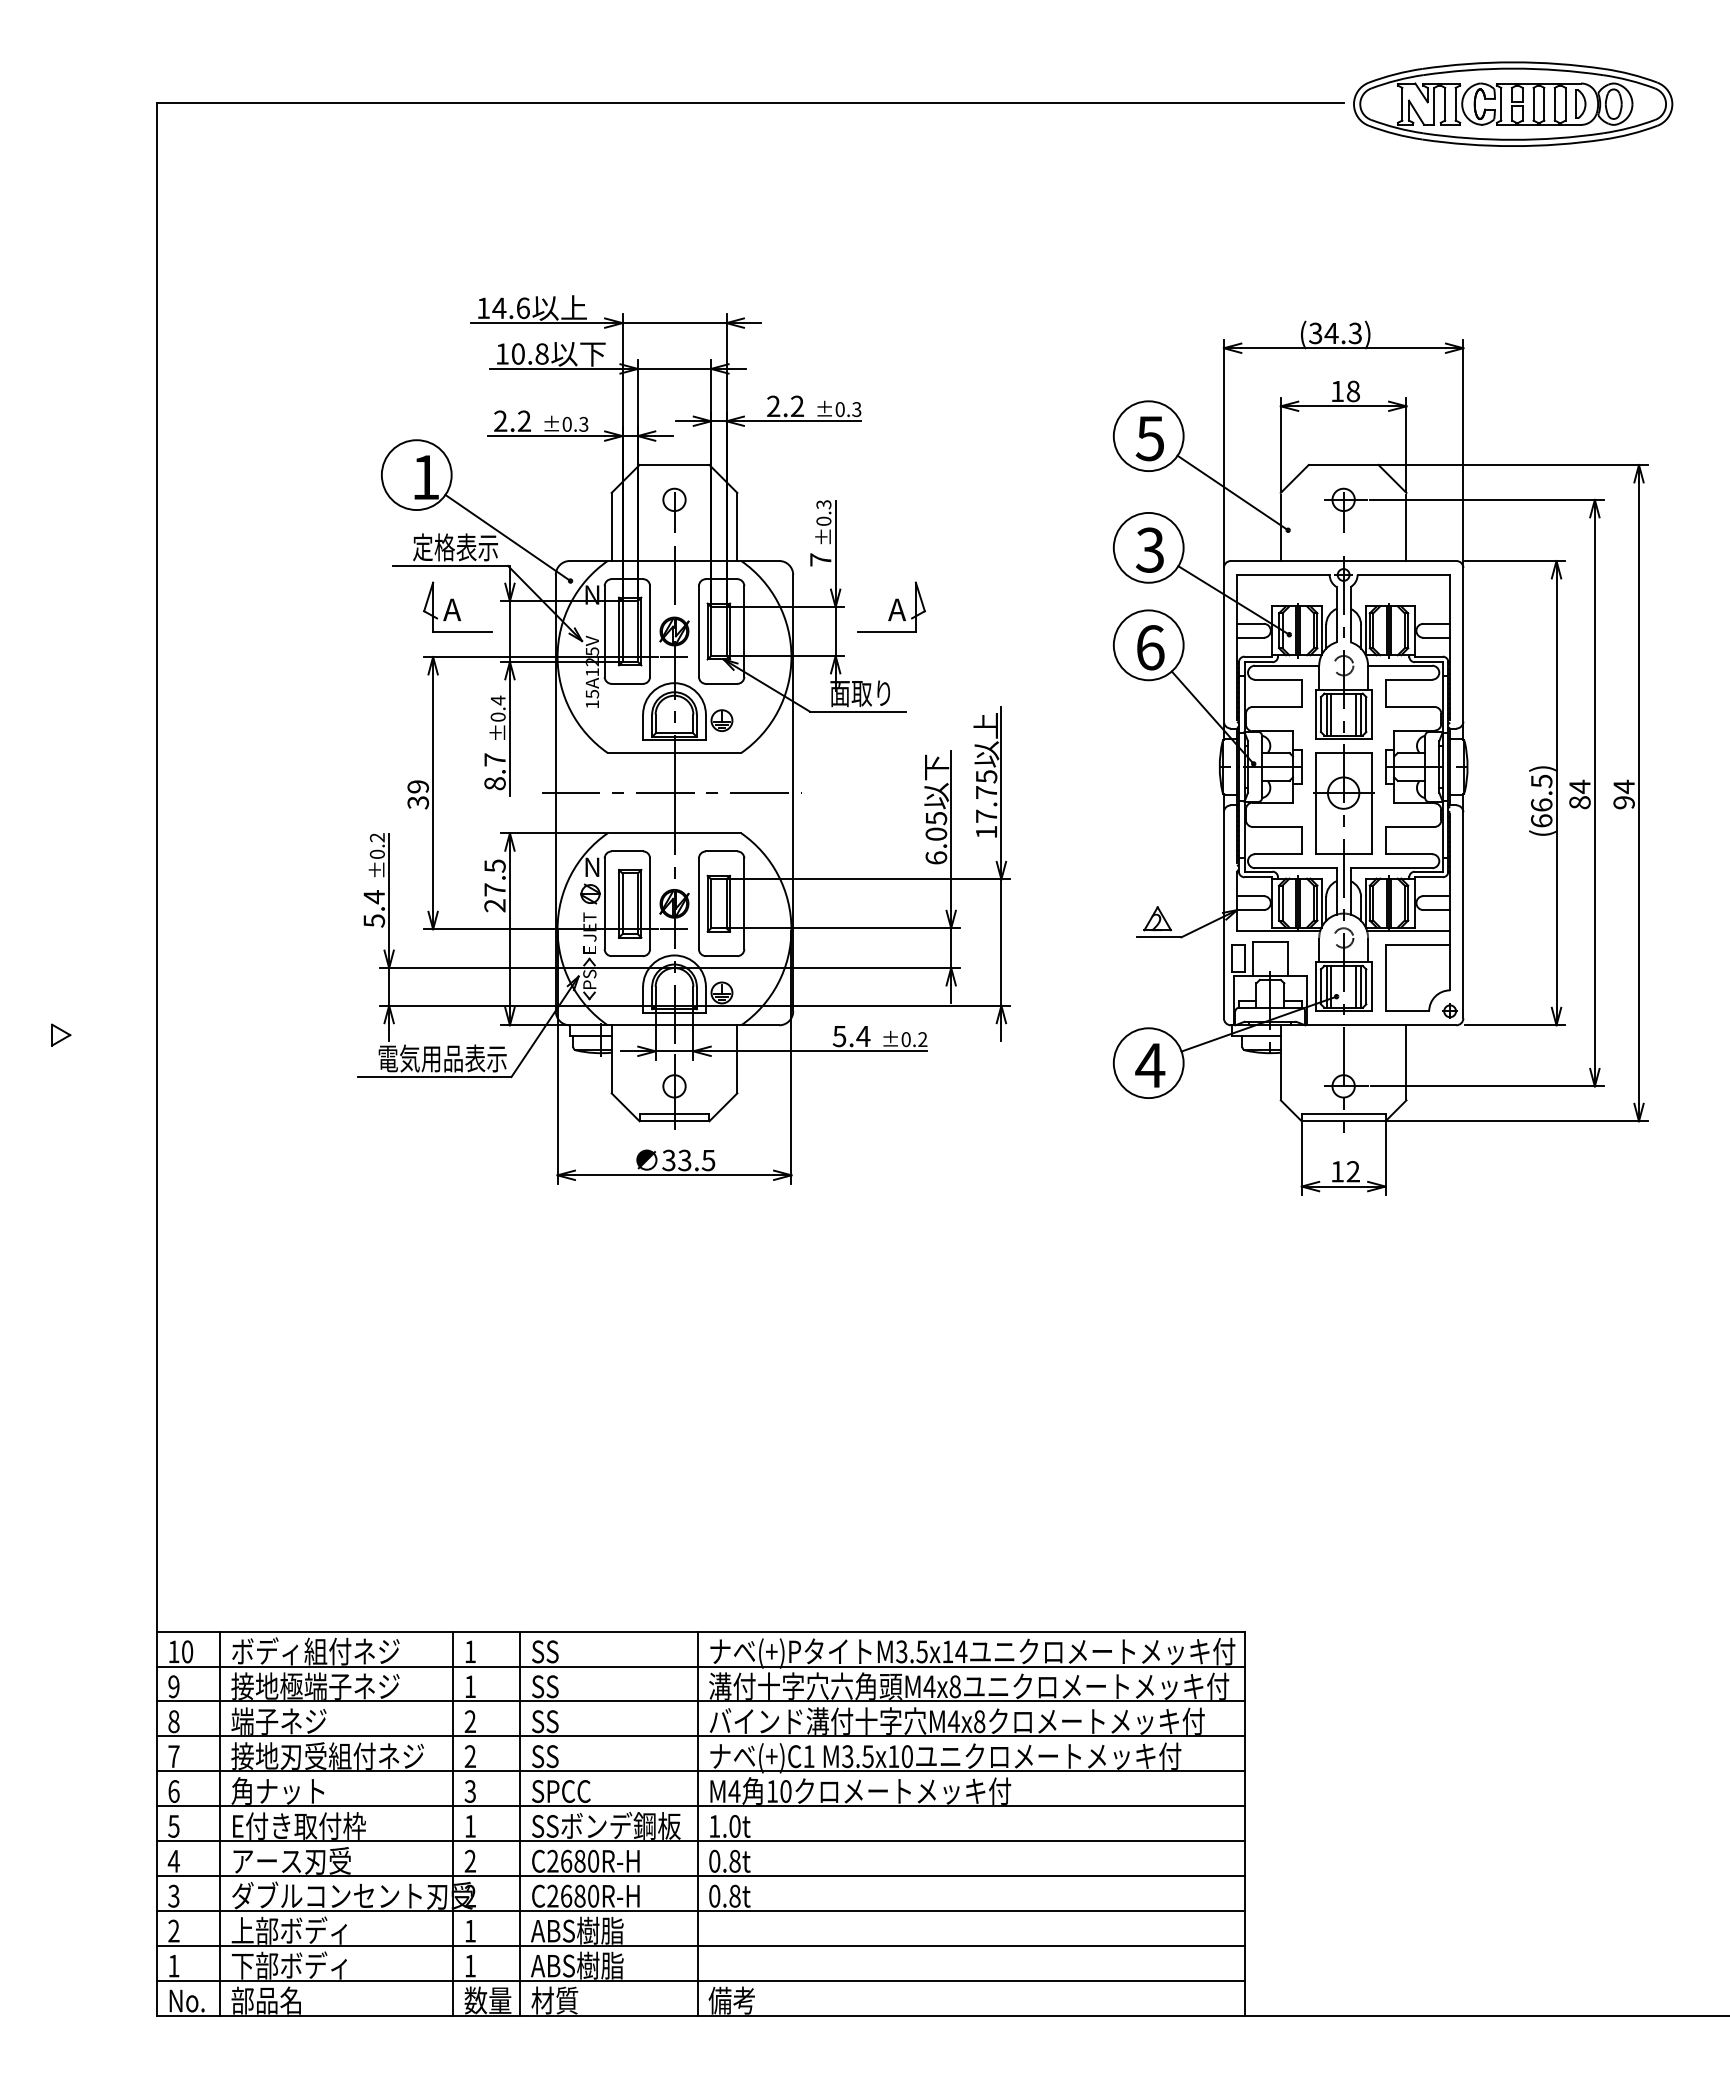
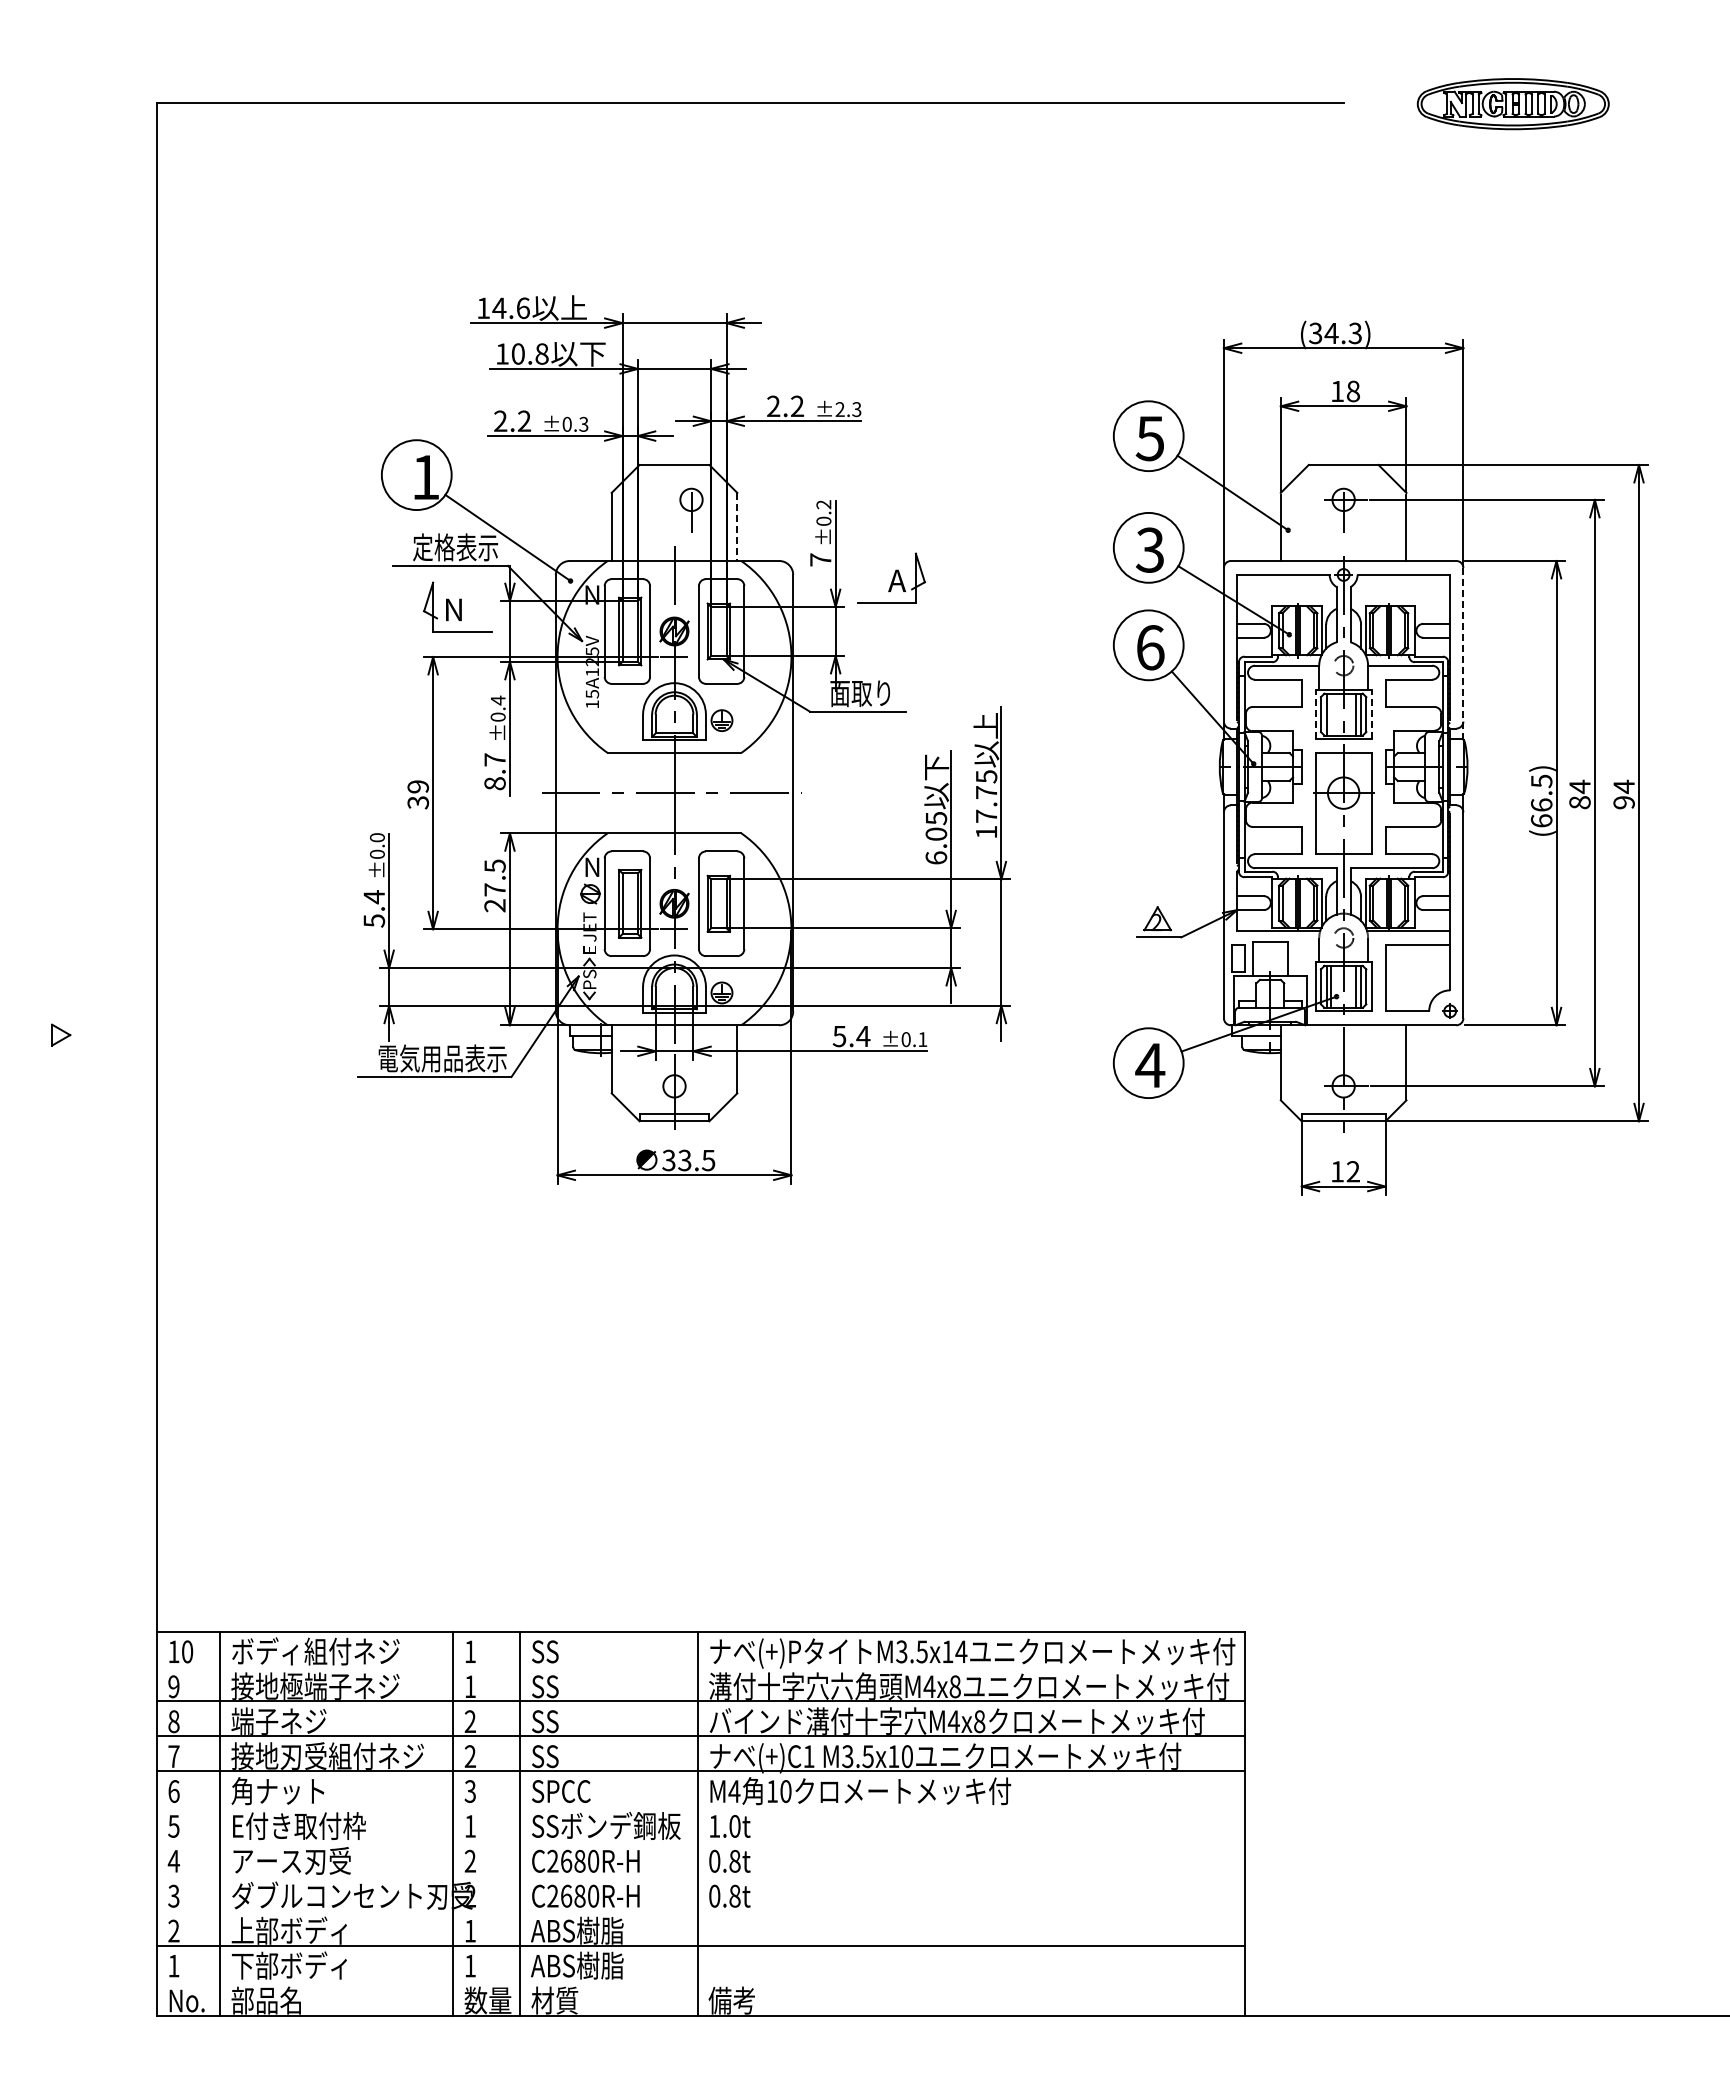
part at (1513, 103) size: 321x86 px -> 194x53 px
text at (839, 409): ±0.3 -> ±2.3
text at (824, 504): ±0.3 -> ±0.2
part at (674, 509) position: (674, 509) -> (691, 509)
line at (737, 527): solid -> dashed
part at (891, 606) position: (891, 606) -> (891, 577)
text at (452, 609): A -> N
line at (1463, 653): solid -> dashed
line at (1315, 714): solid -> dashed
line at (1331, 714): present -> none
line at (1371, 714): solid -> dashed
text at (377, 837): ±0.2 -> ±0.0
text at (922, 1039): ±0.2 -> ±0.1
line at (700, 1666): present -> none
line at (700, 1806): present -> none
line at (700, 1841): present -> none
line at (700, 1876): present -> none
line at (700, 1910): present -> none
line at (700, 1980): present -> none
